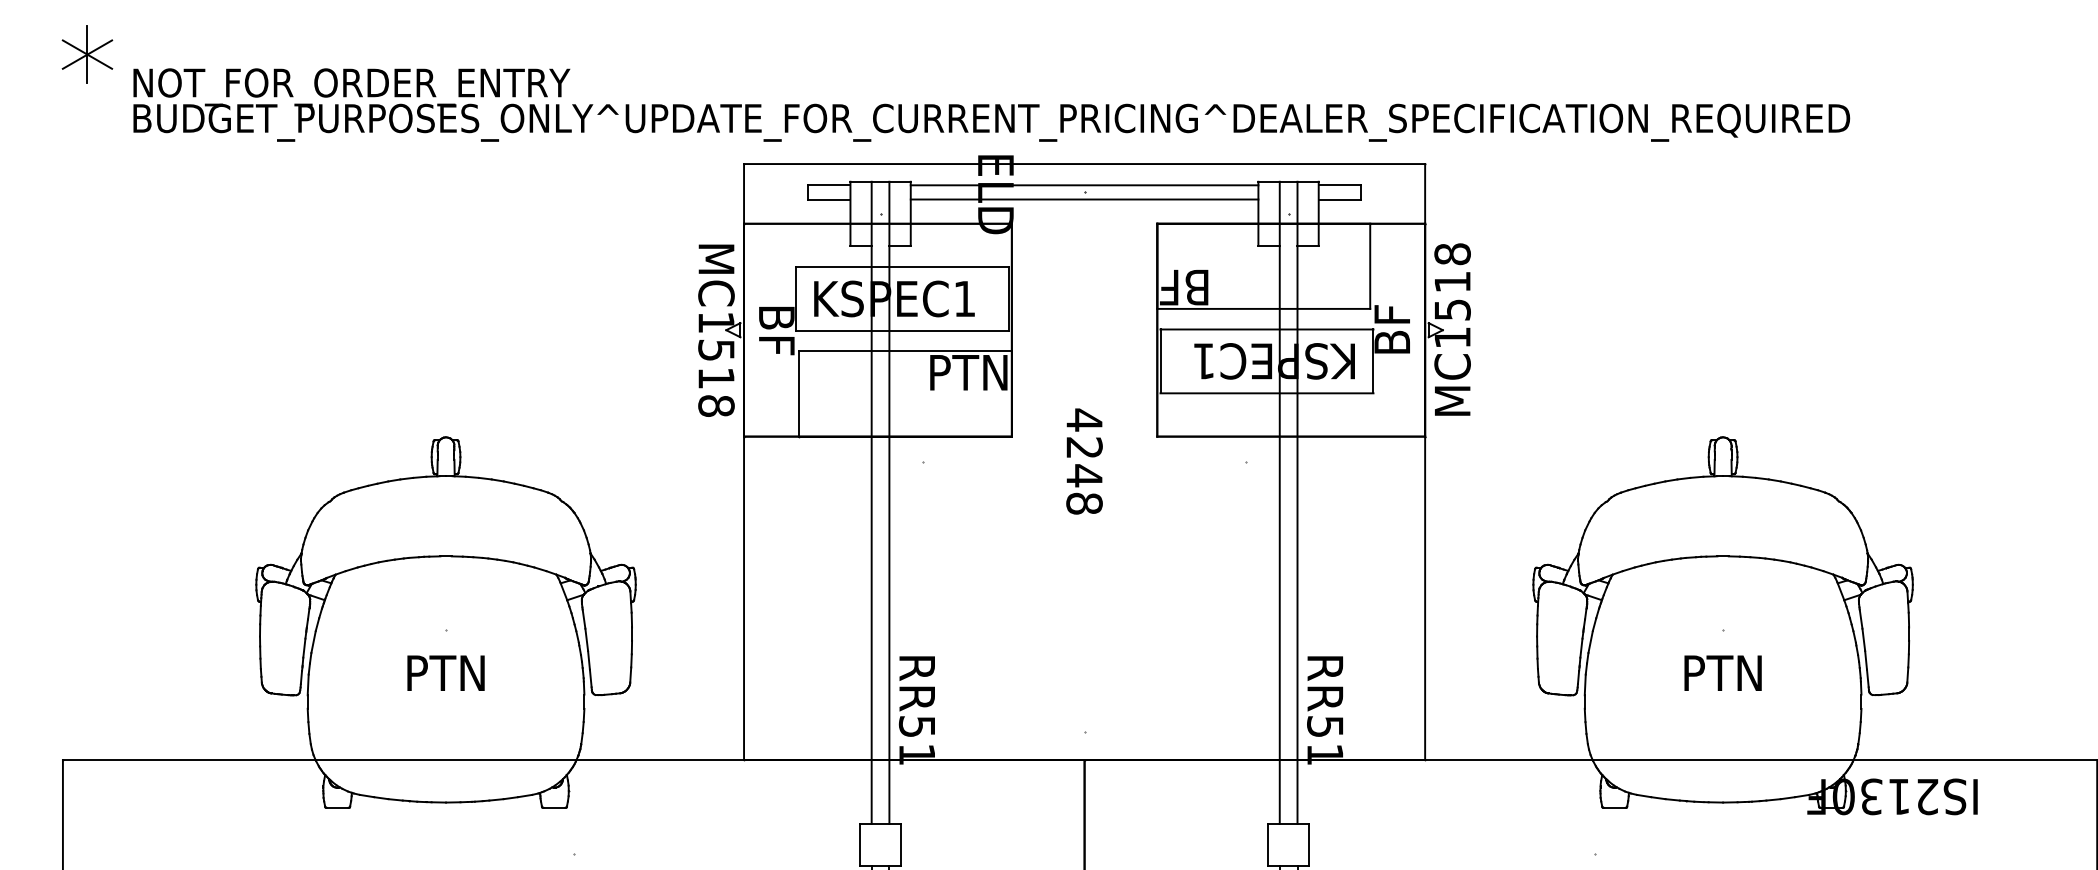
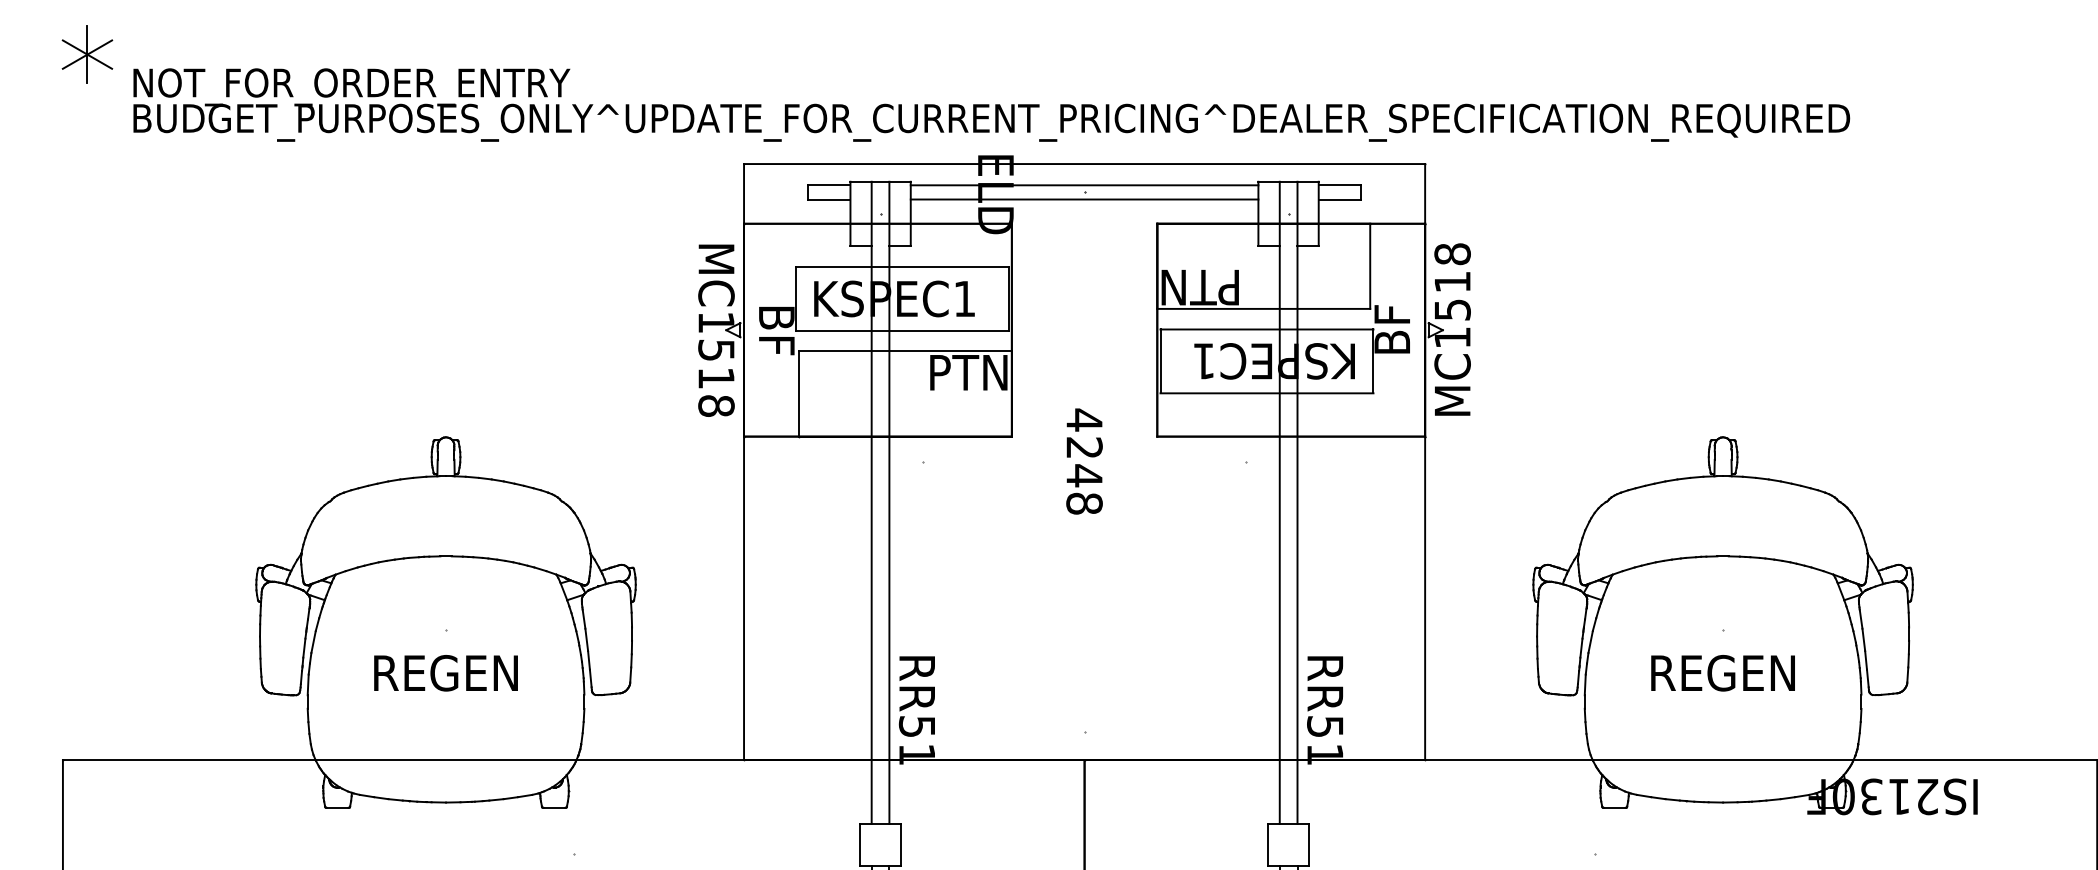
text at (1199, 287): BF -> PTN
text at (445, 672): PTN -> REGEN
text at (1722, 672): PTN -> REGEN
